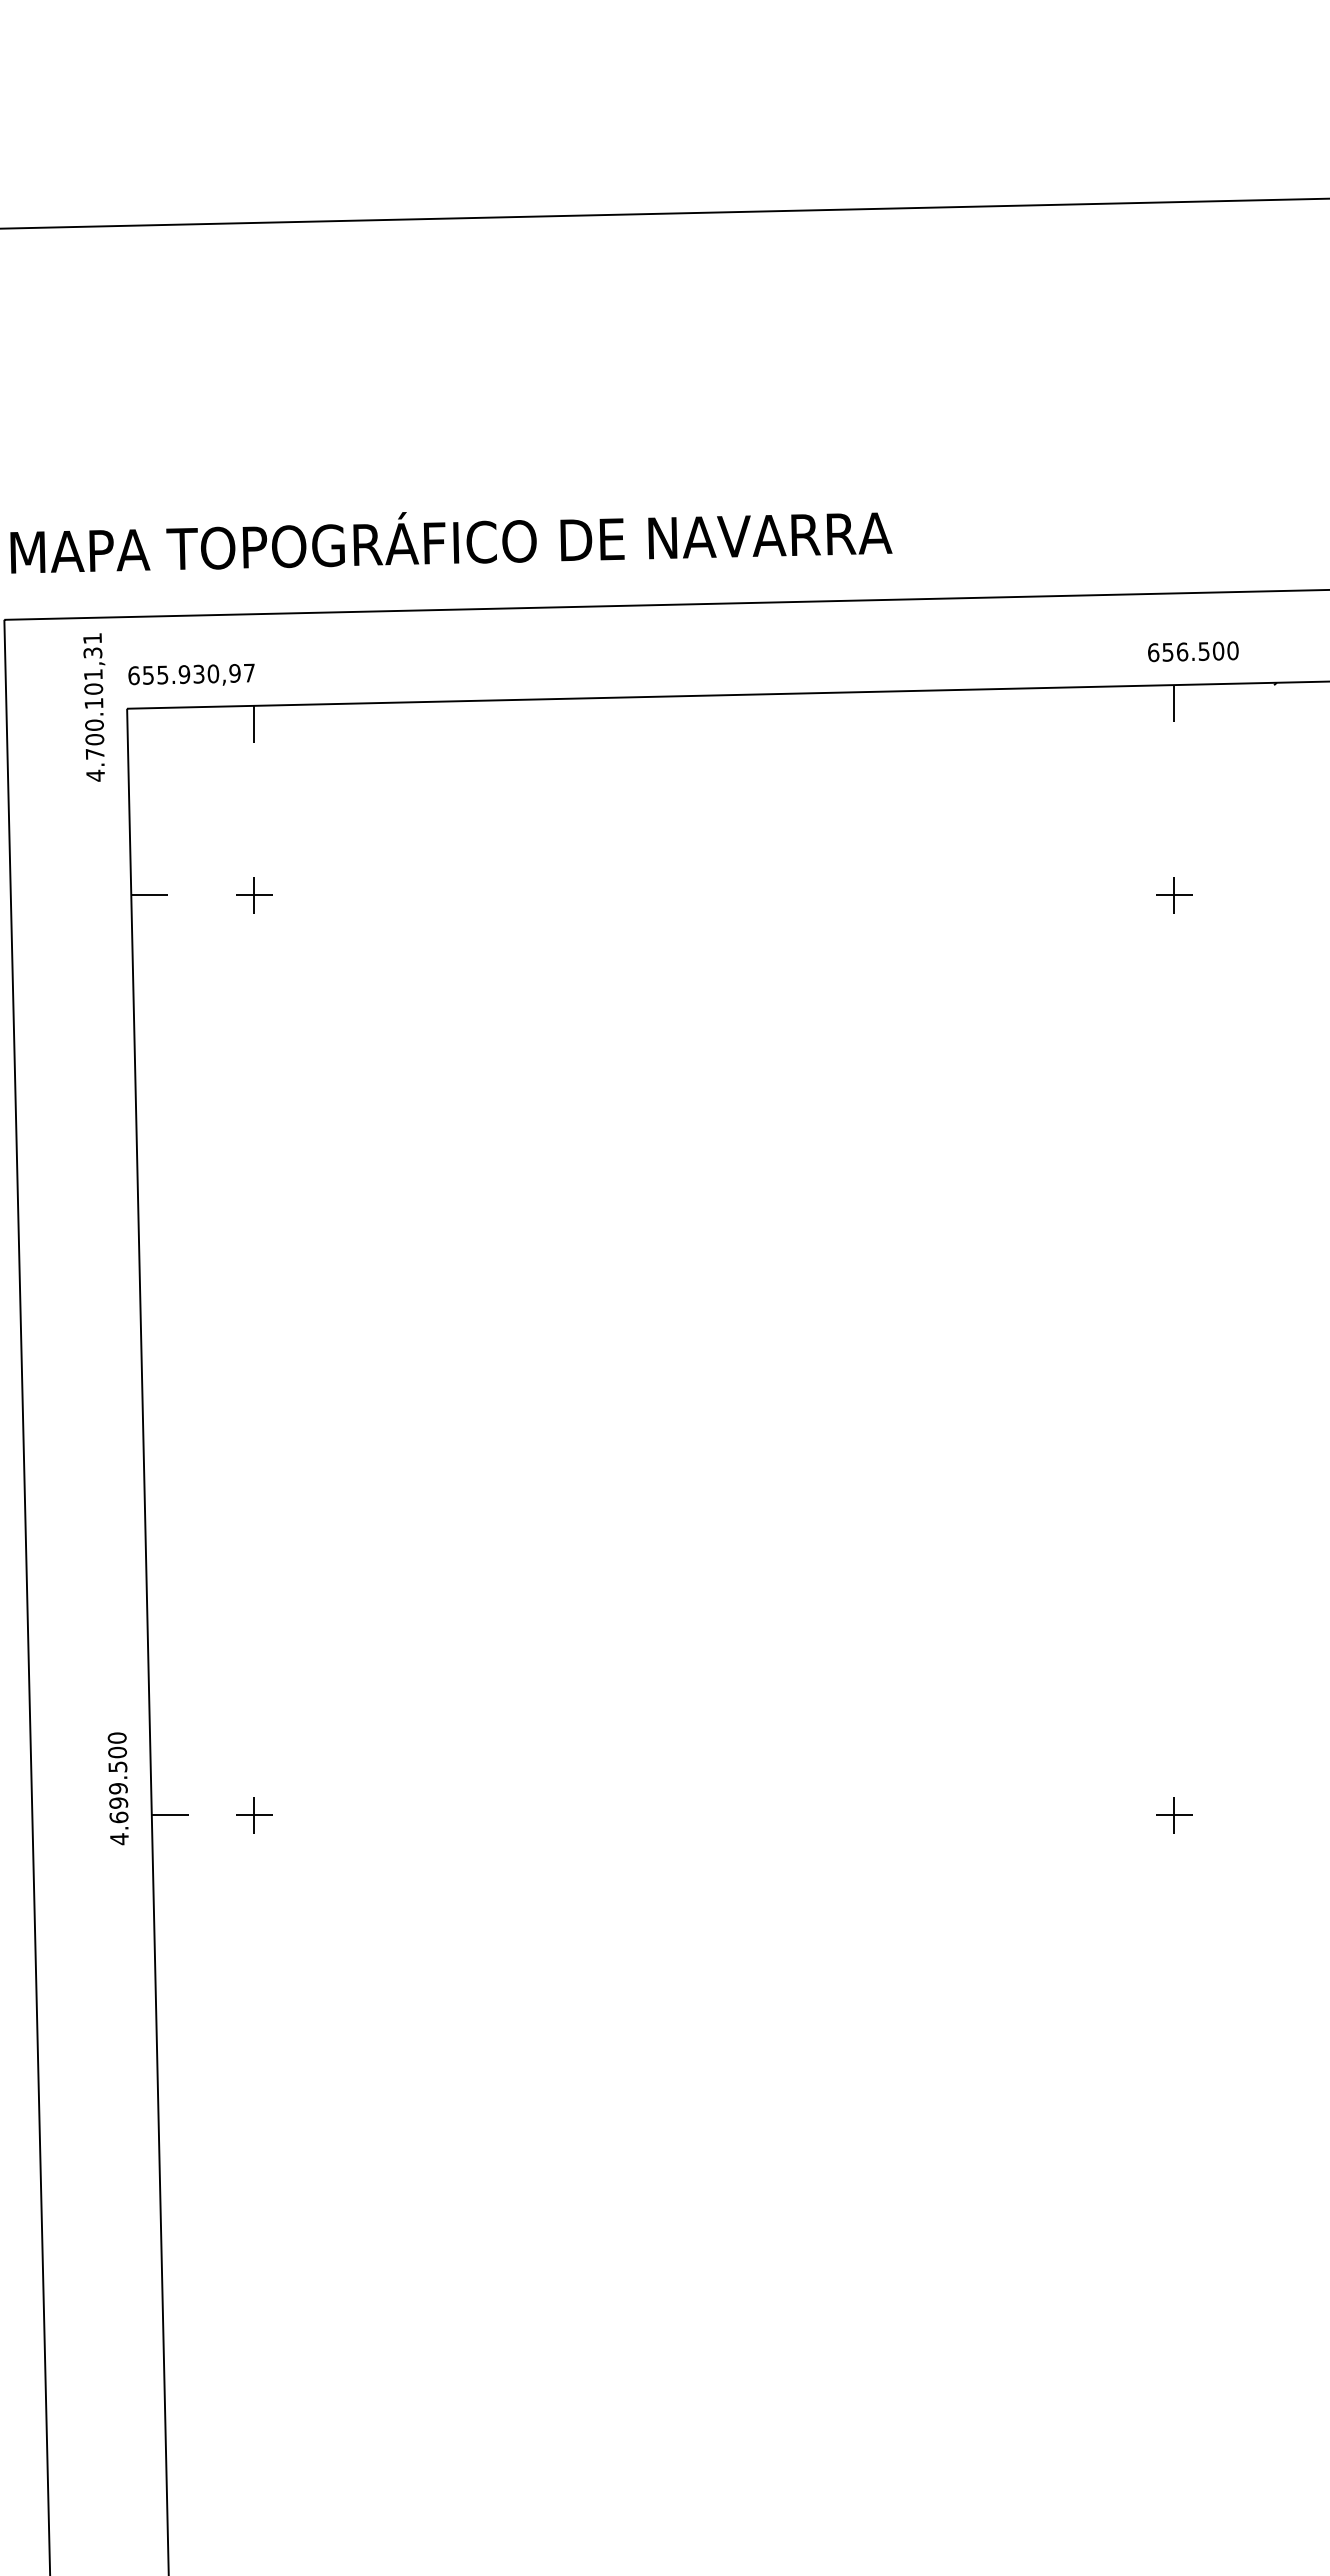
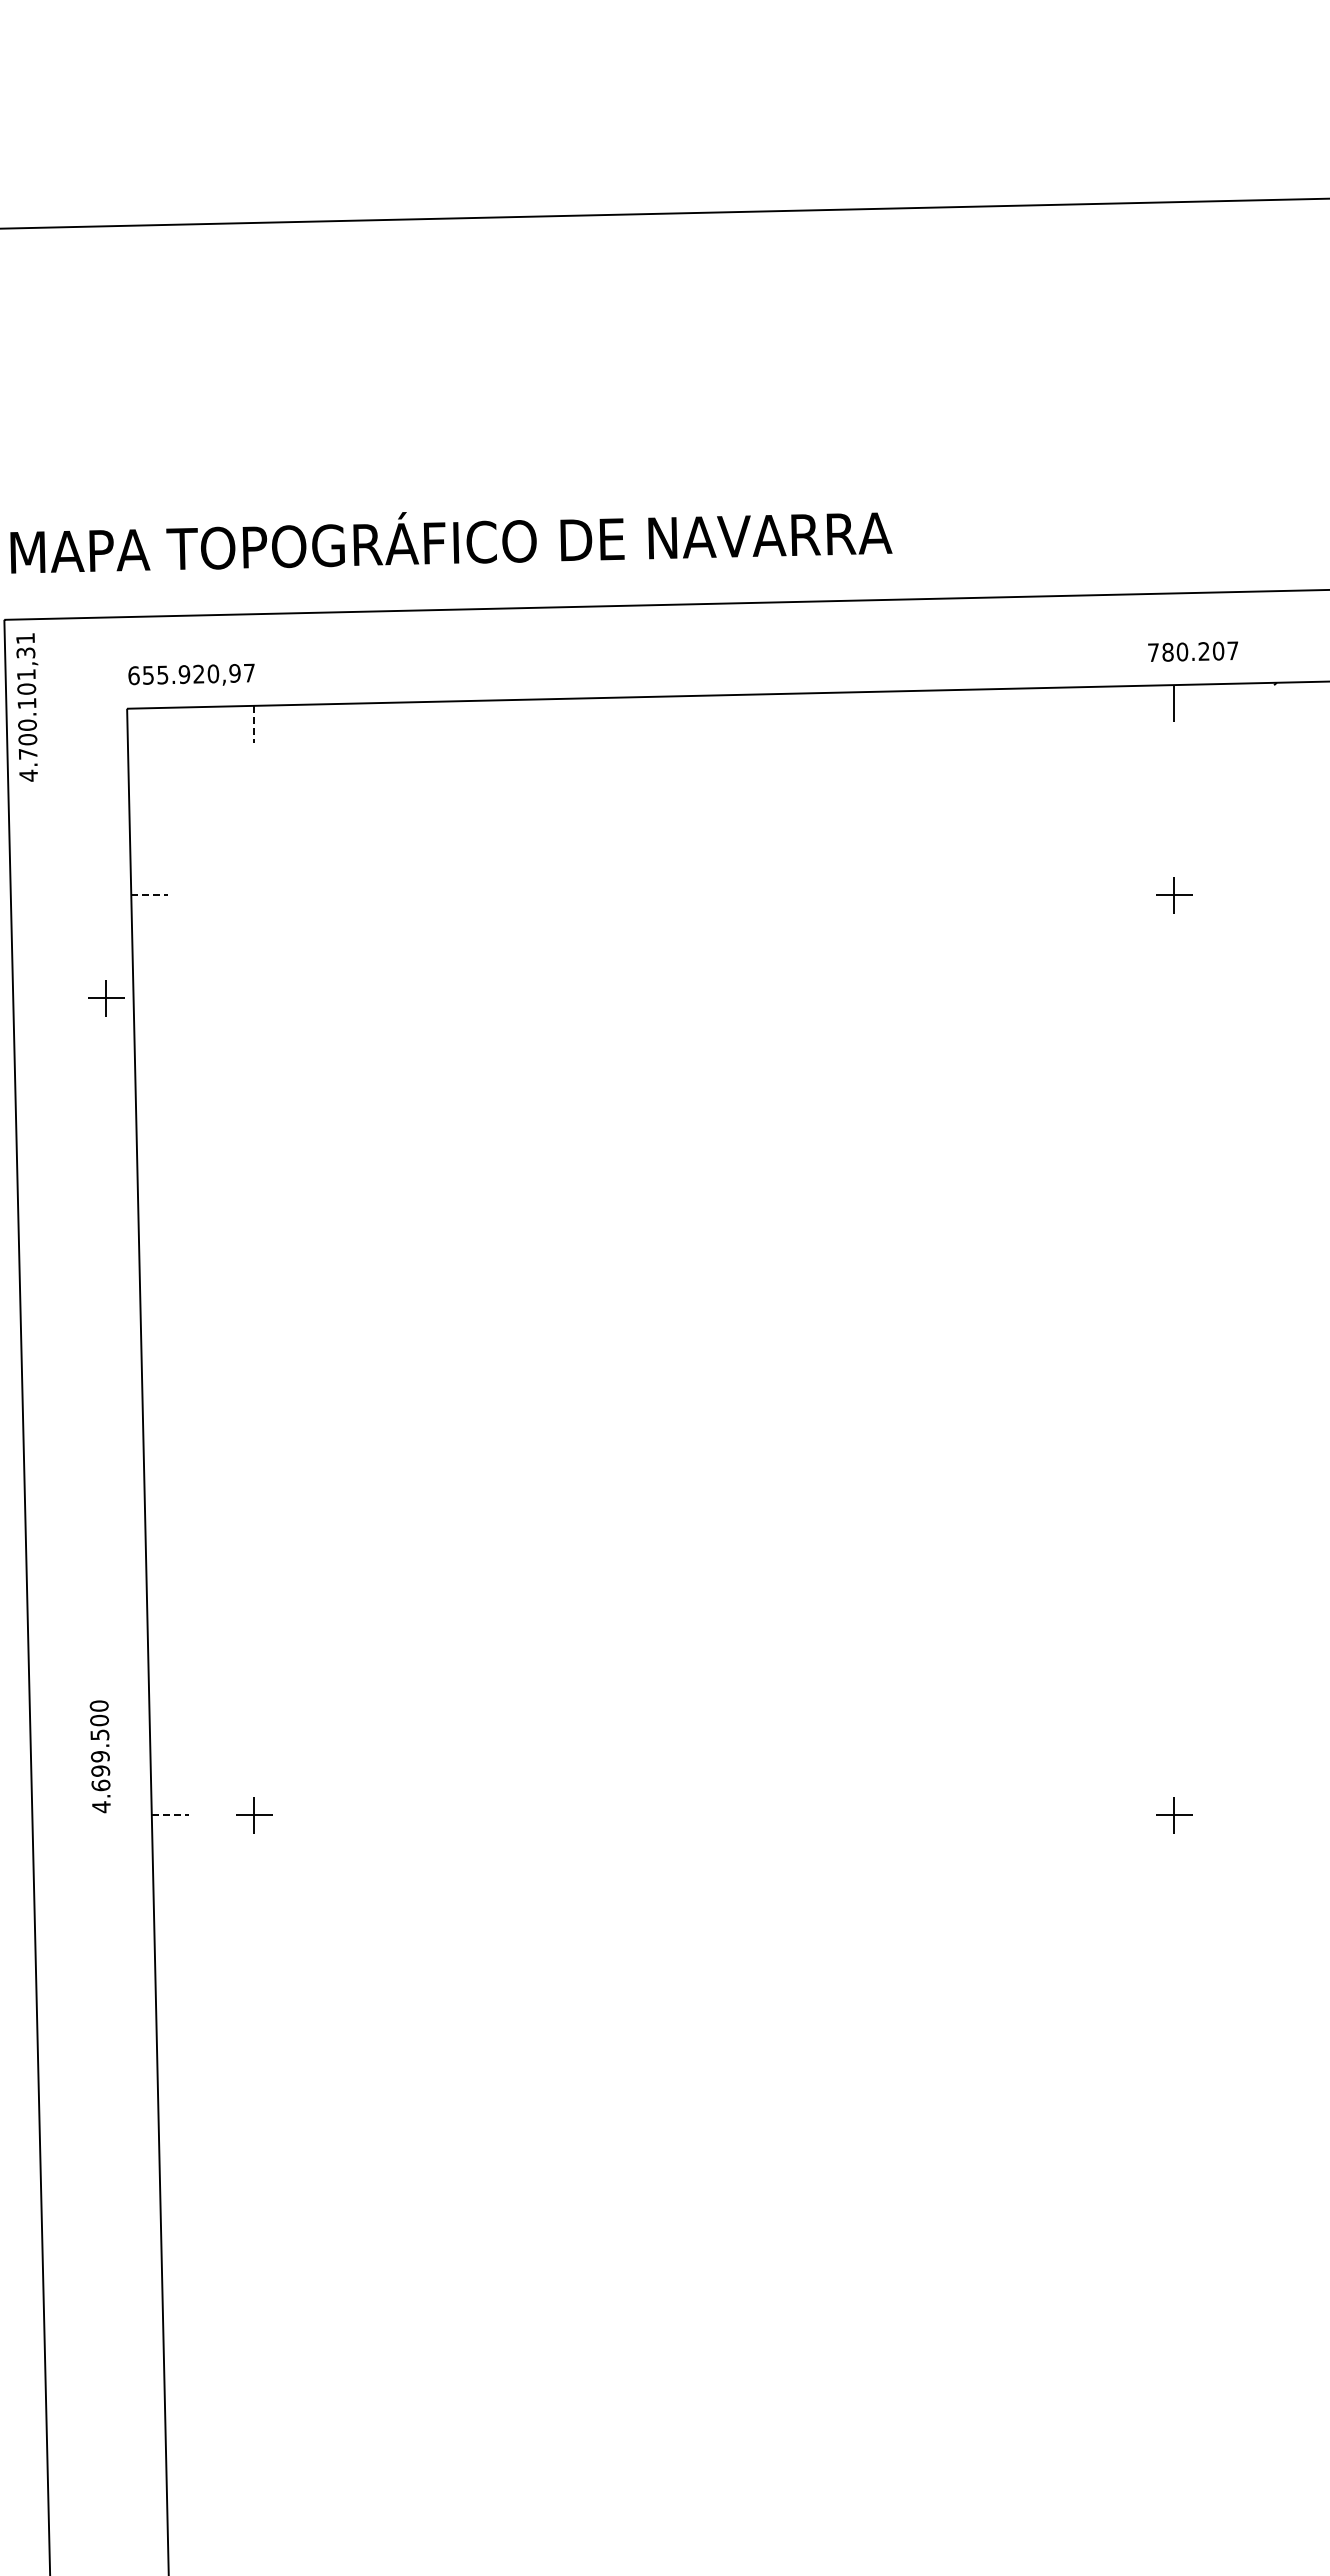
text at (1193, 651): 656.500 -> 780.207
text at (198, 674): 655.930,97 -> 655.920,97
text at (94, 707) position: (94, 707) -> (27, 707)
line at (254, 724): solid -> dashed
line at (150, 895): solid -> dashed
part at (254, 895) position: (254, 895) -> (106, 998)
text at (117, 1788) position: (117, 1788) -> (99, 1756)
line at (170, 1815): solid -> dashed
